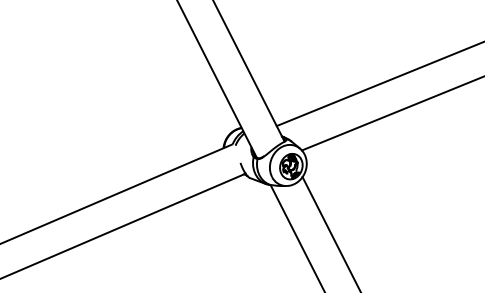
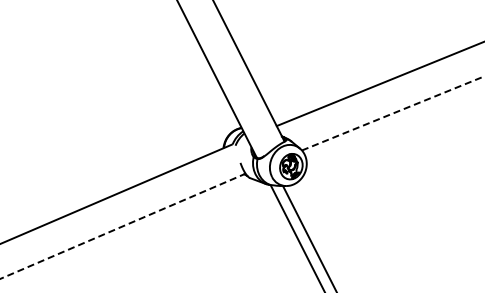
line at (393, 113): solid -> dashed
line at (123, 226): solid -> dashed
line at (330, 233) position: (330, 233) -> (309, 238)
